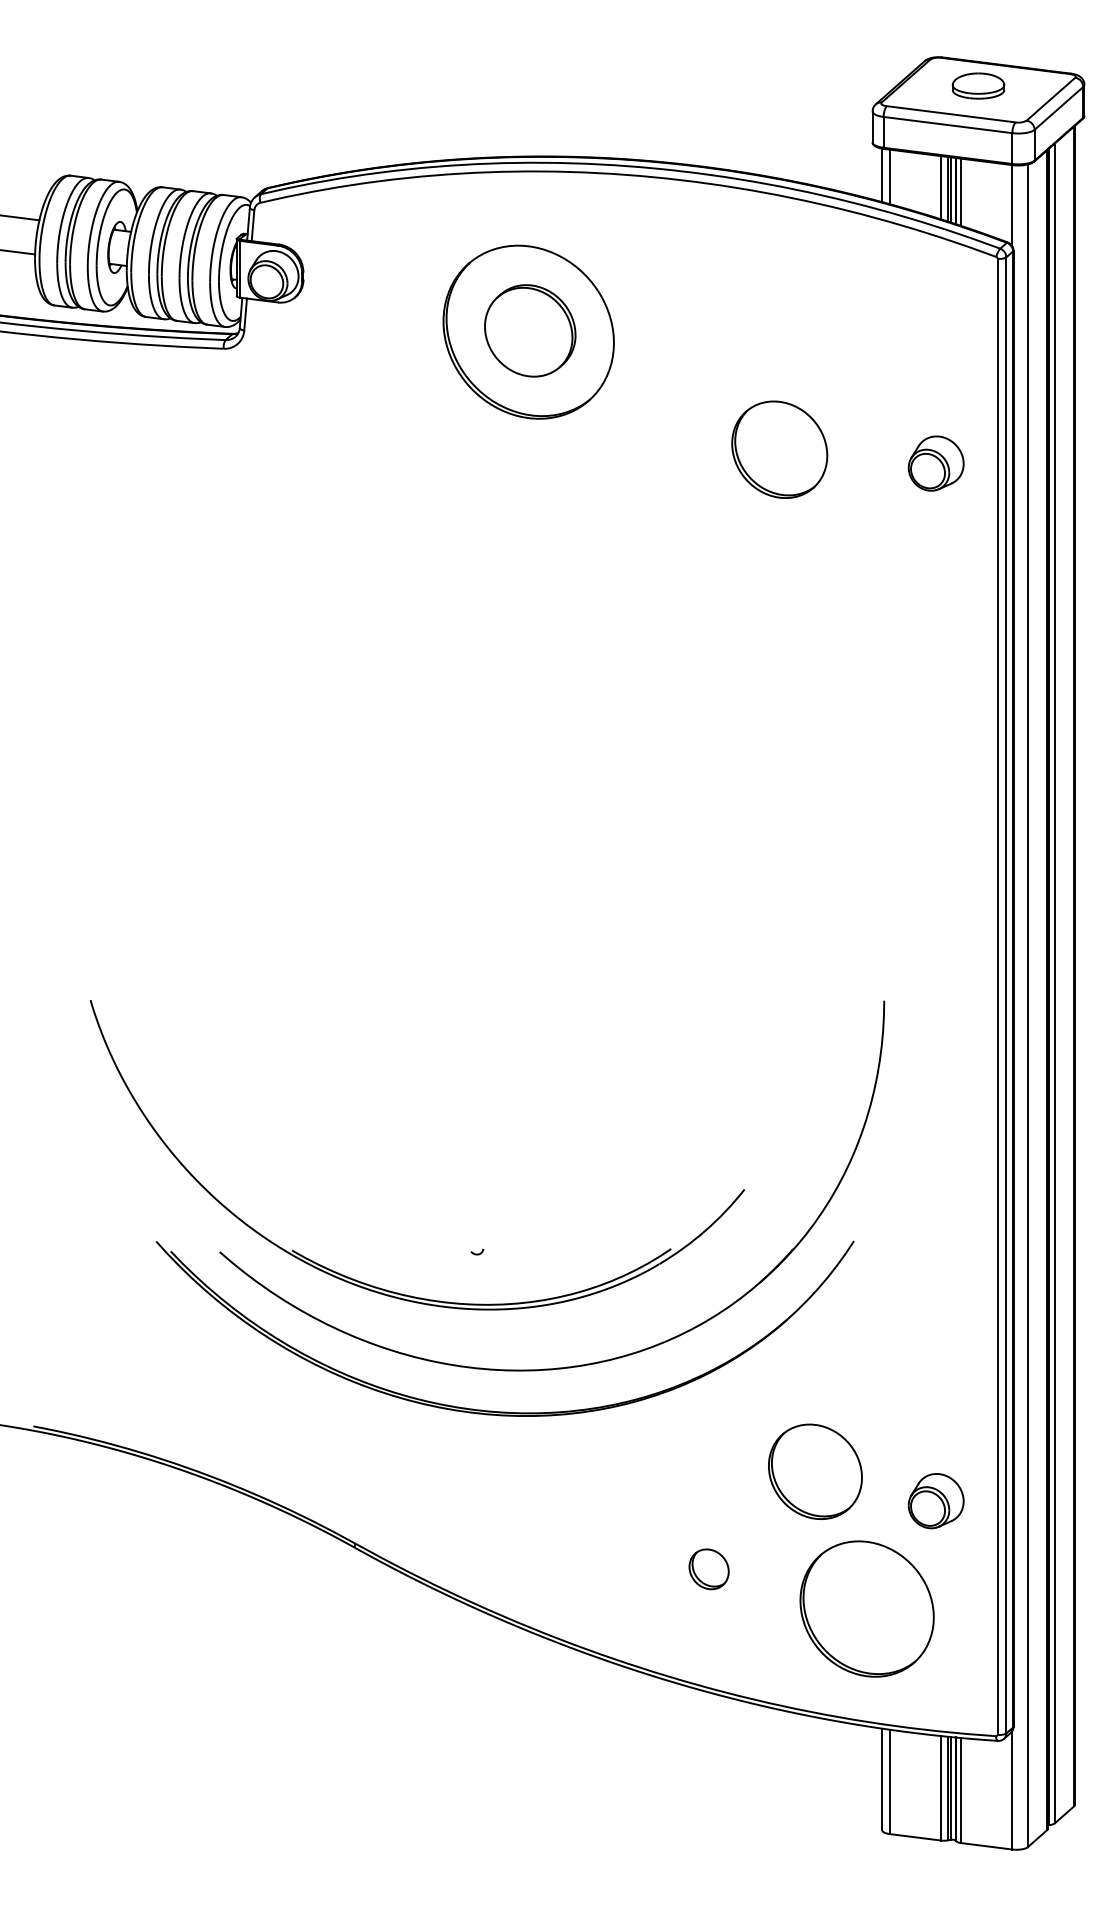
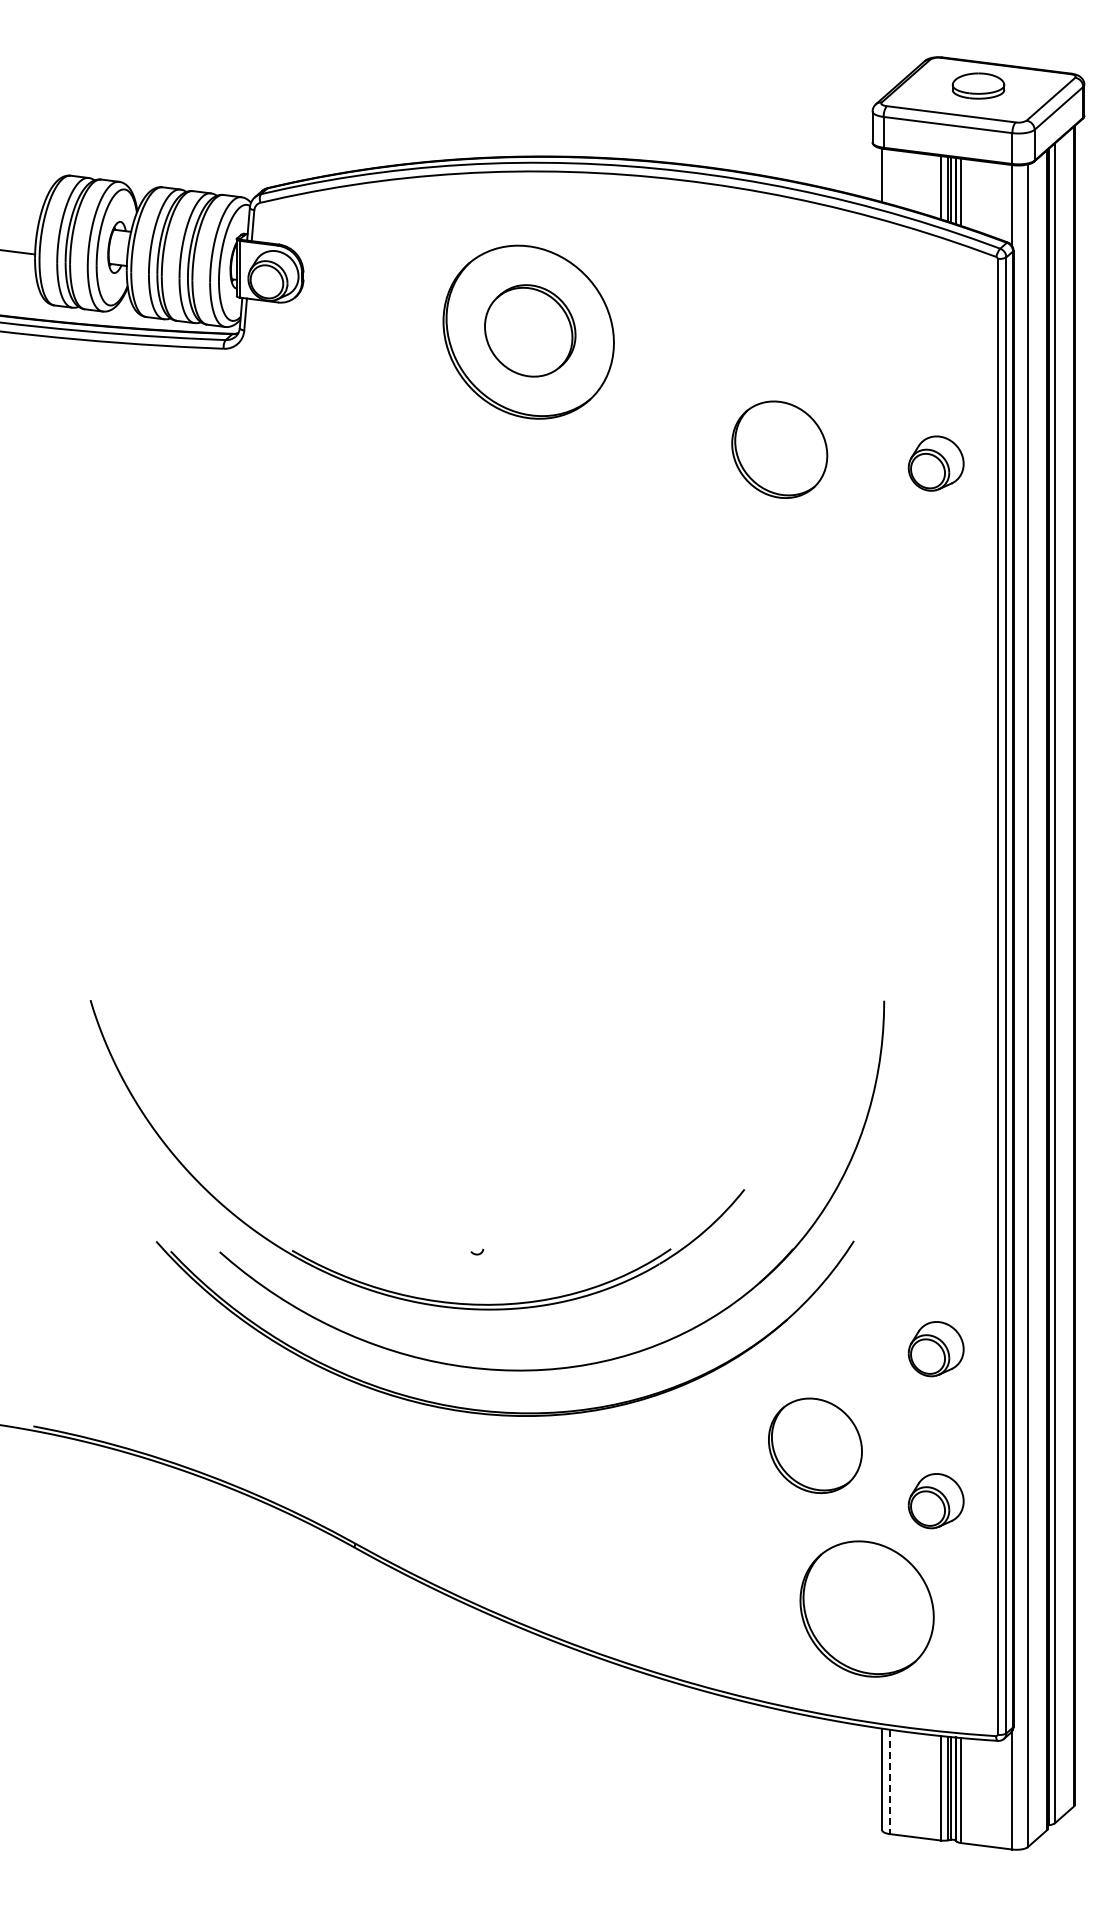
line at (889, 176): present -> none
line at (20, 217): present -> none
part at (935, 1349): none -> present
part at (815, 1471) position: (815, 1471) -> (815, 1445)
part at (708, 1569): present -> none
line at (889, 1782): solid -> dashed
